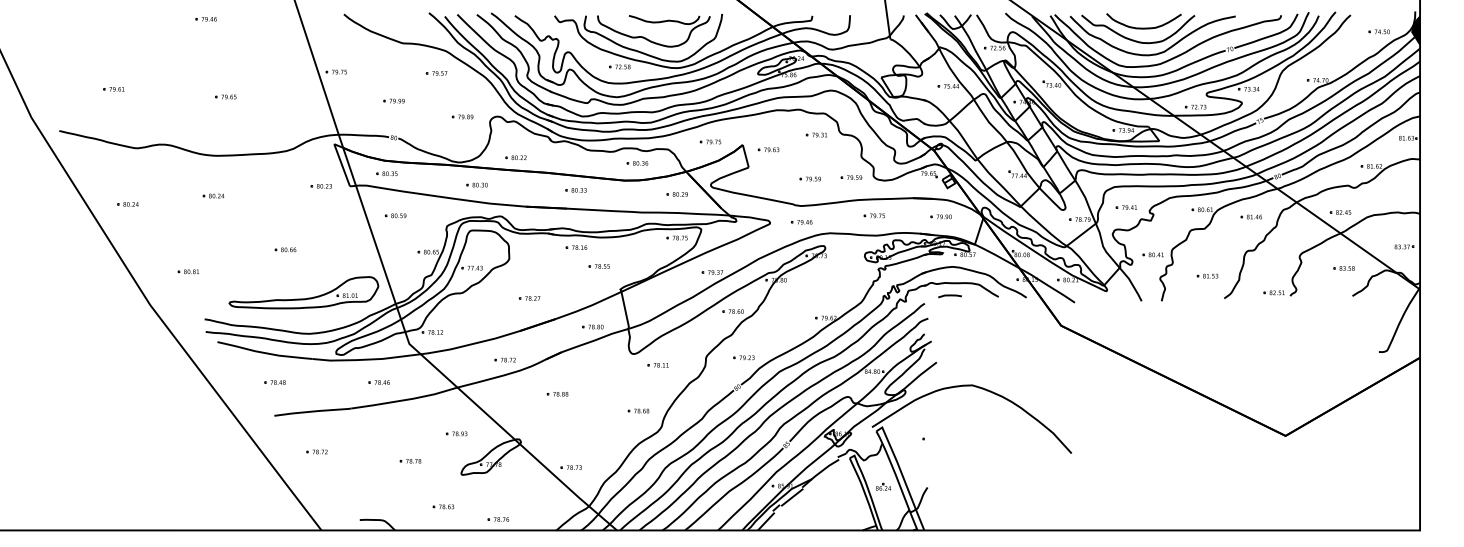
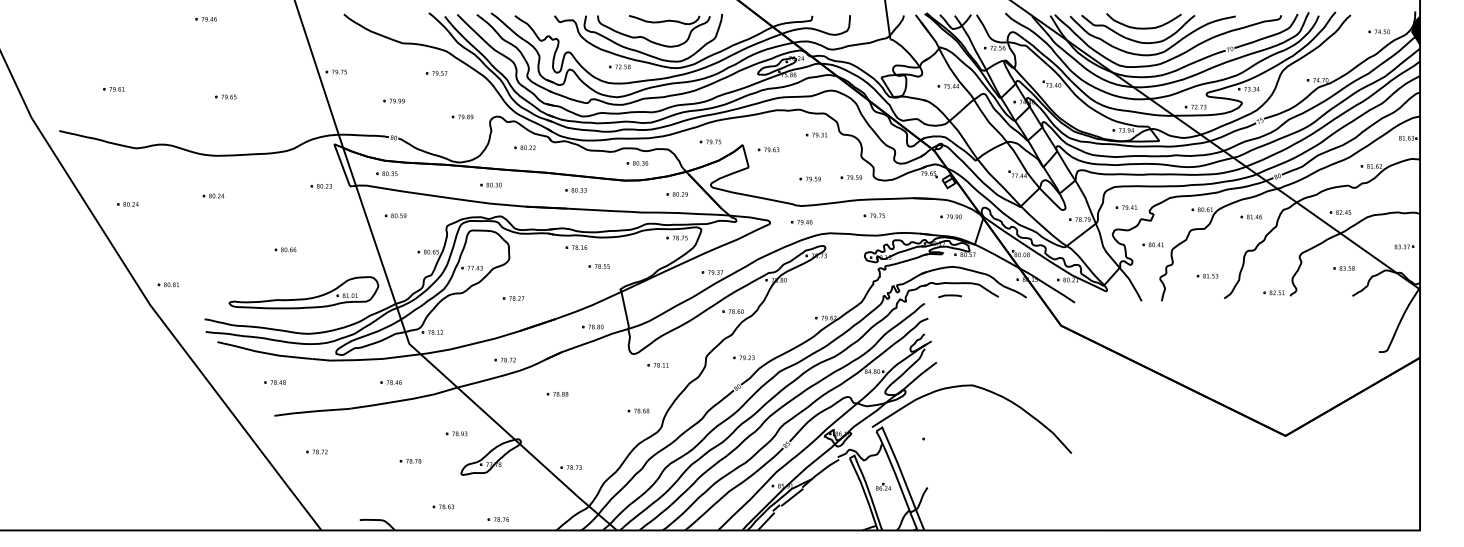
part at (515, 157) position: (515, 157) -> (524, 147)
part at (476, 184) position: (476, 184) -> (490, 184)
part at (940, 216) position: (940, 216) -> (950, 216)
part at (1152, 254) position: (1152, 254) -> (1152, 244)
part at (187, 271) position: (187, 271) -> (167, 284)
part at (529, 298) position: (529, 298) -> (513, 298)
part at (378, 382) position: (378, 382) -> (390, 382)
